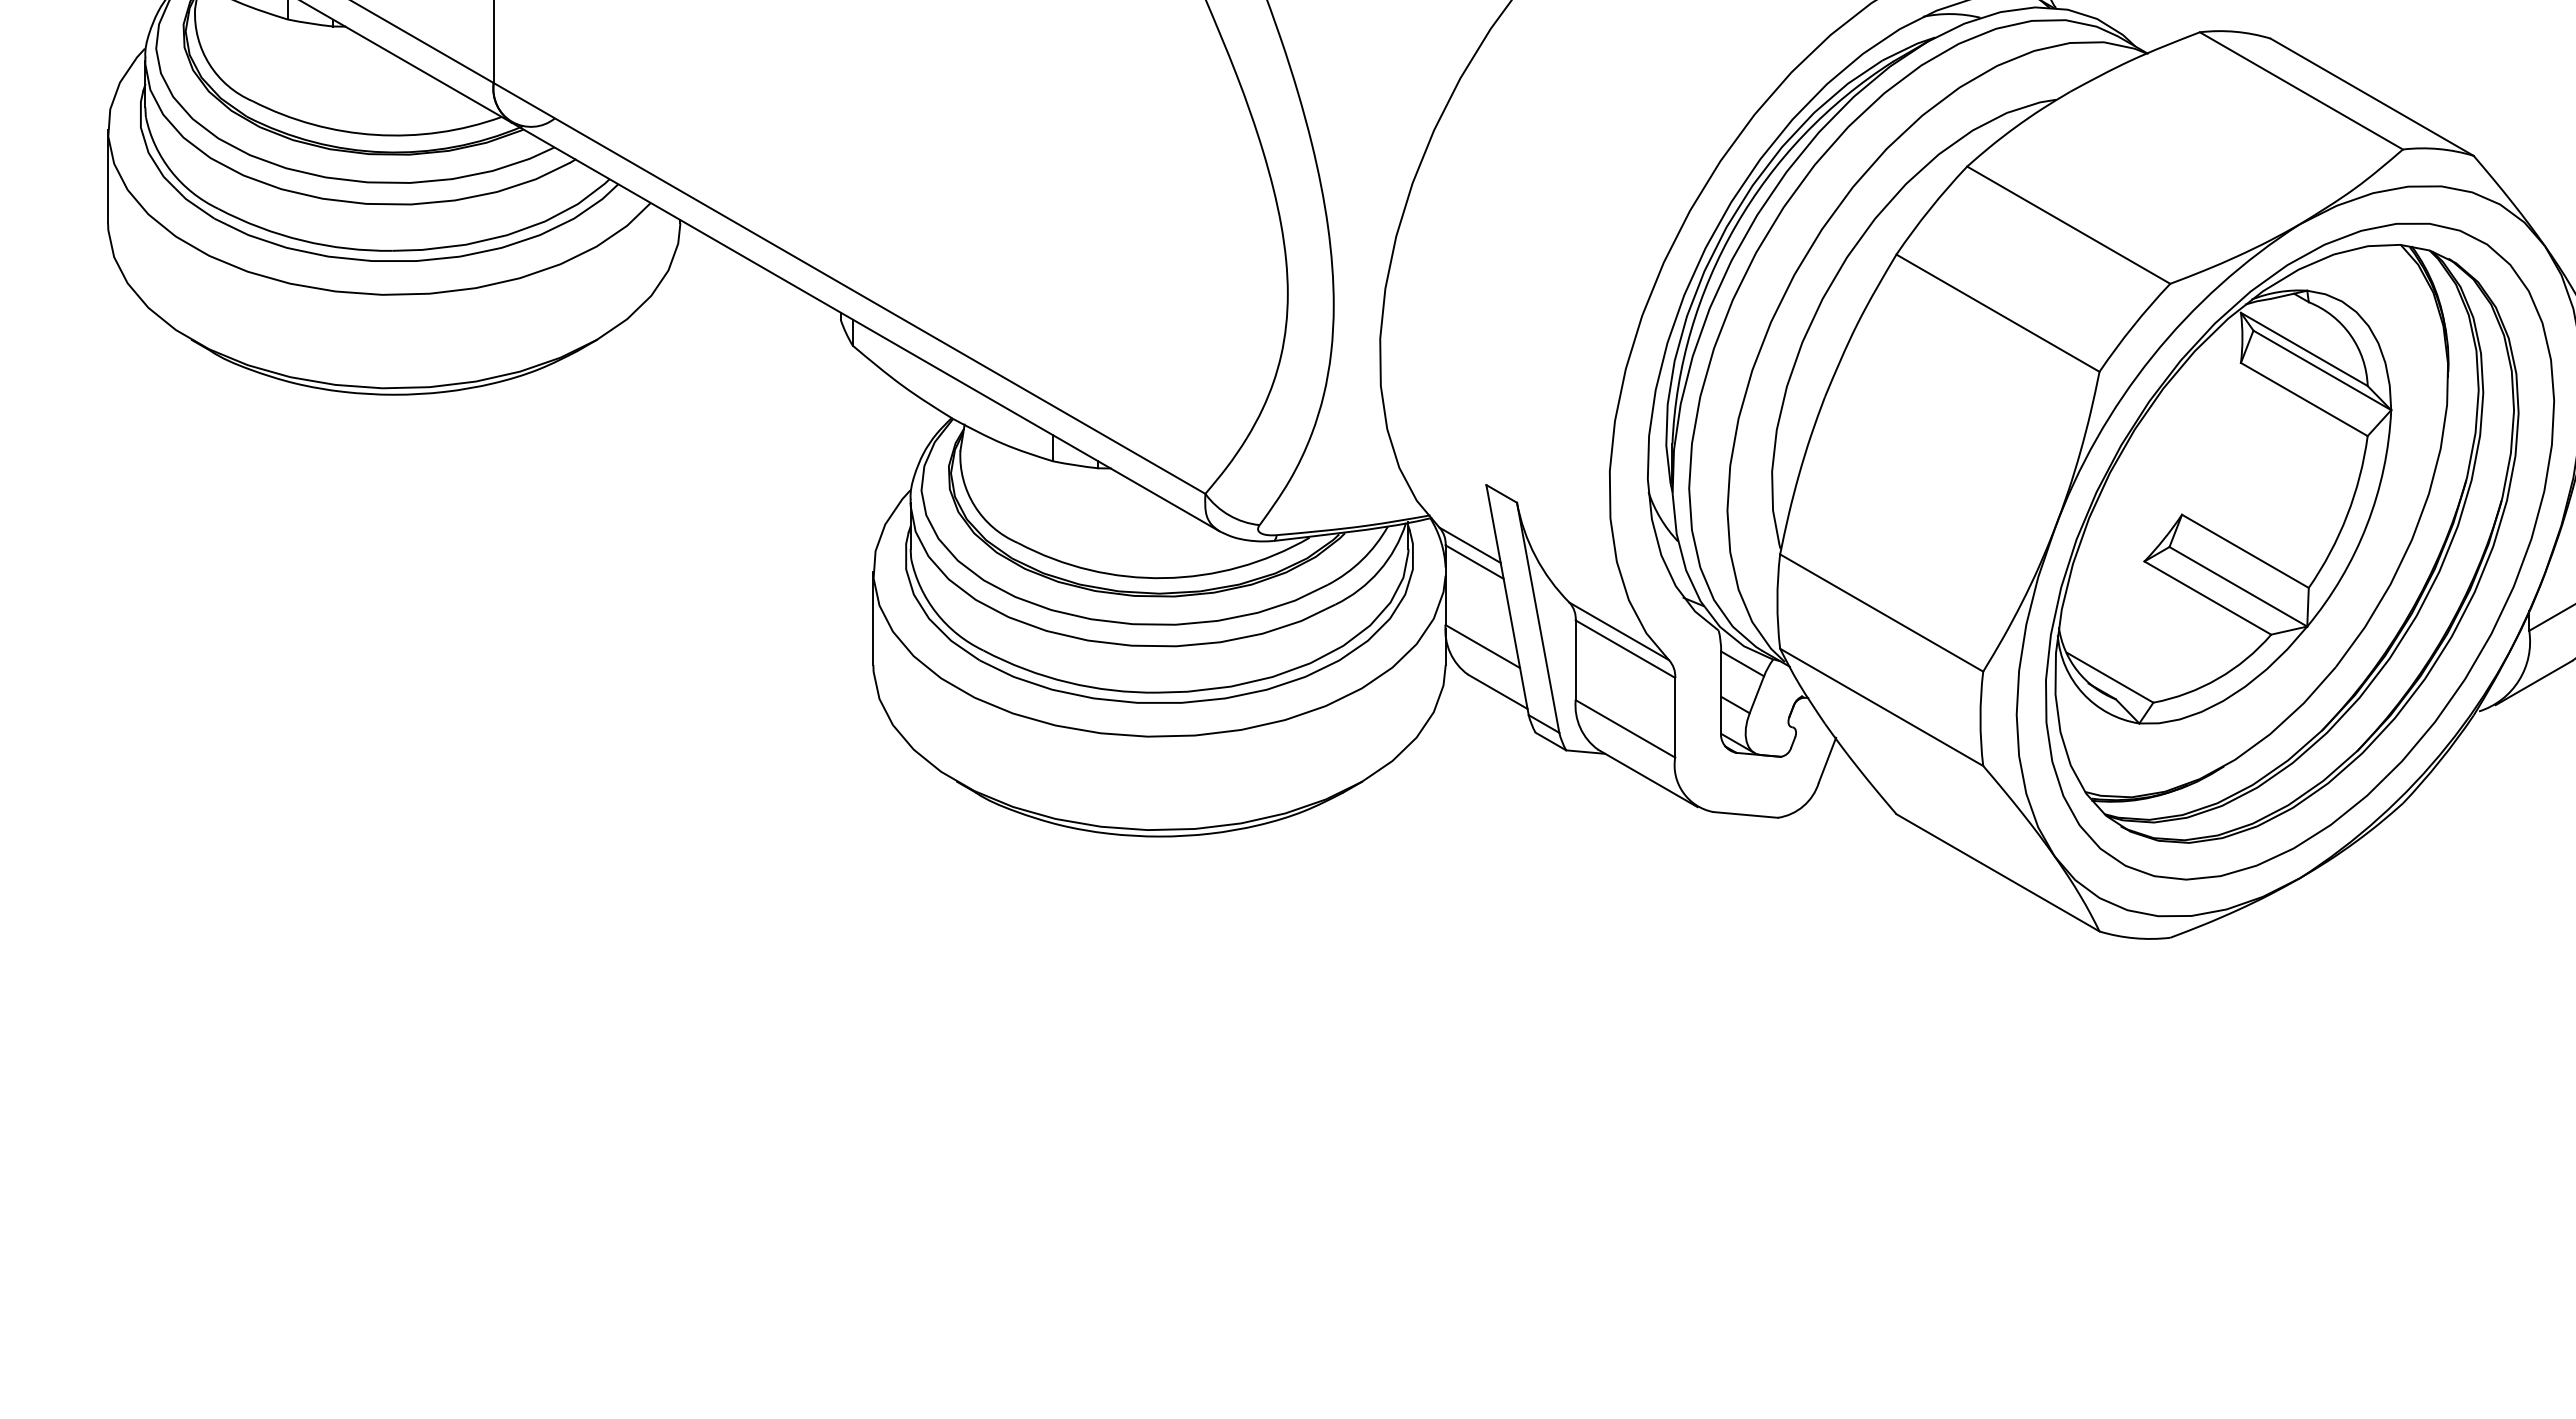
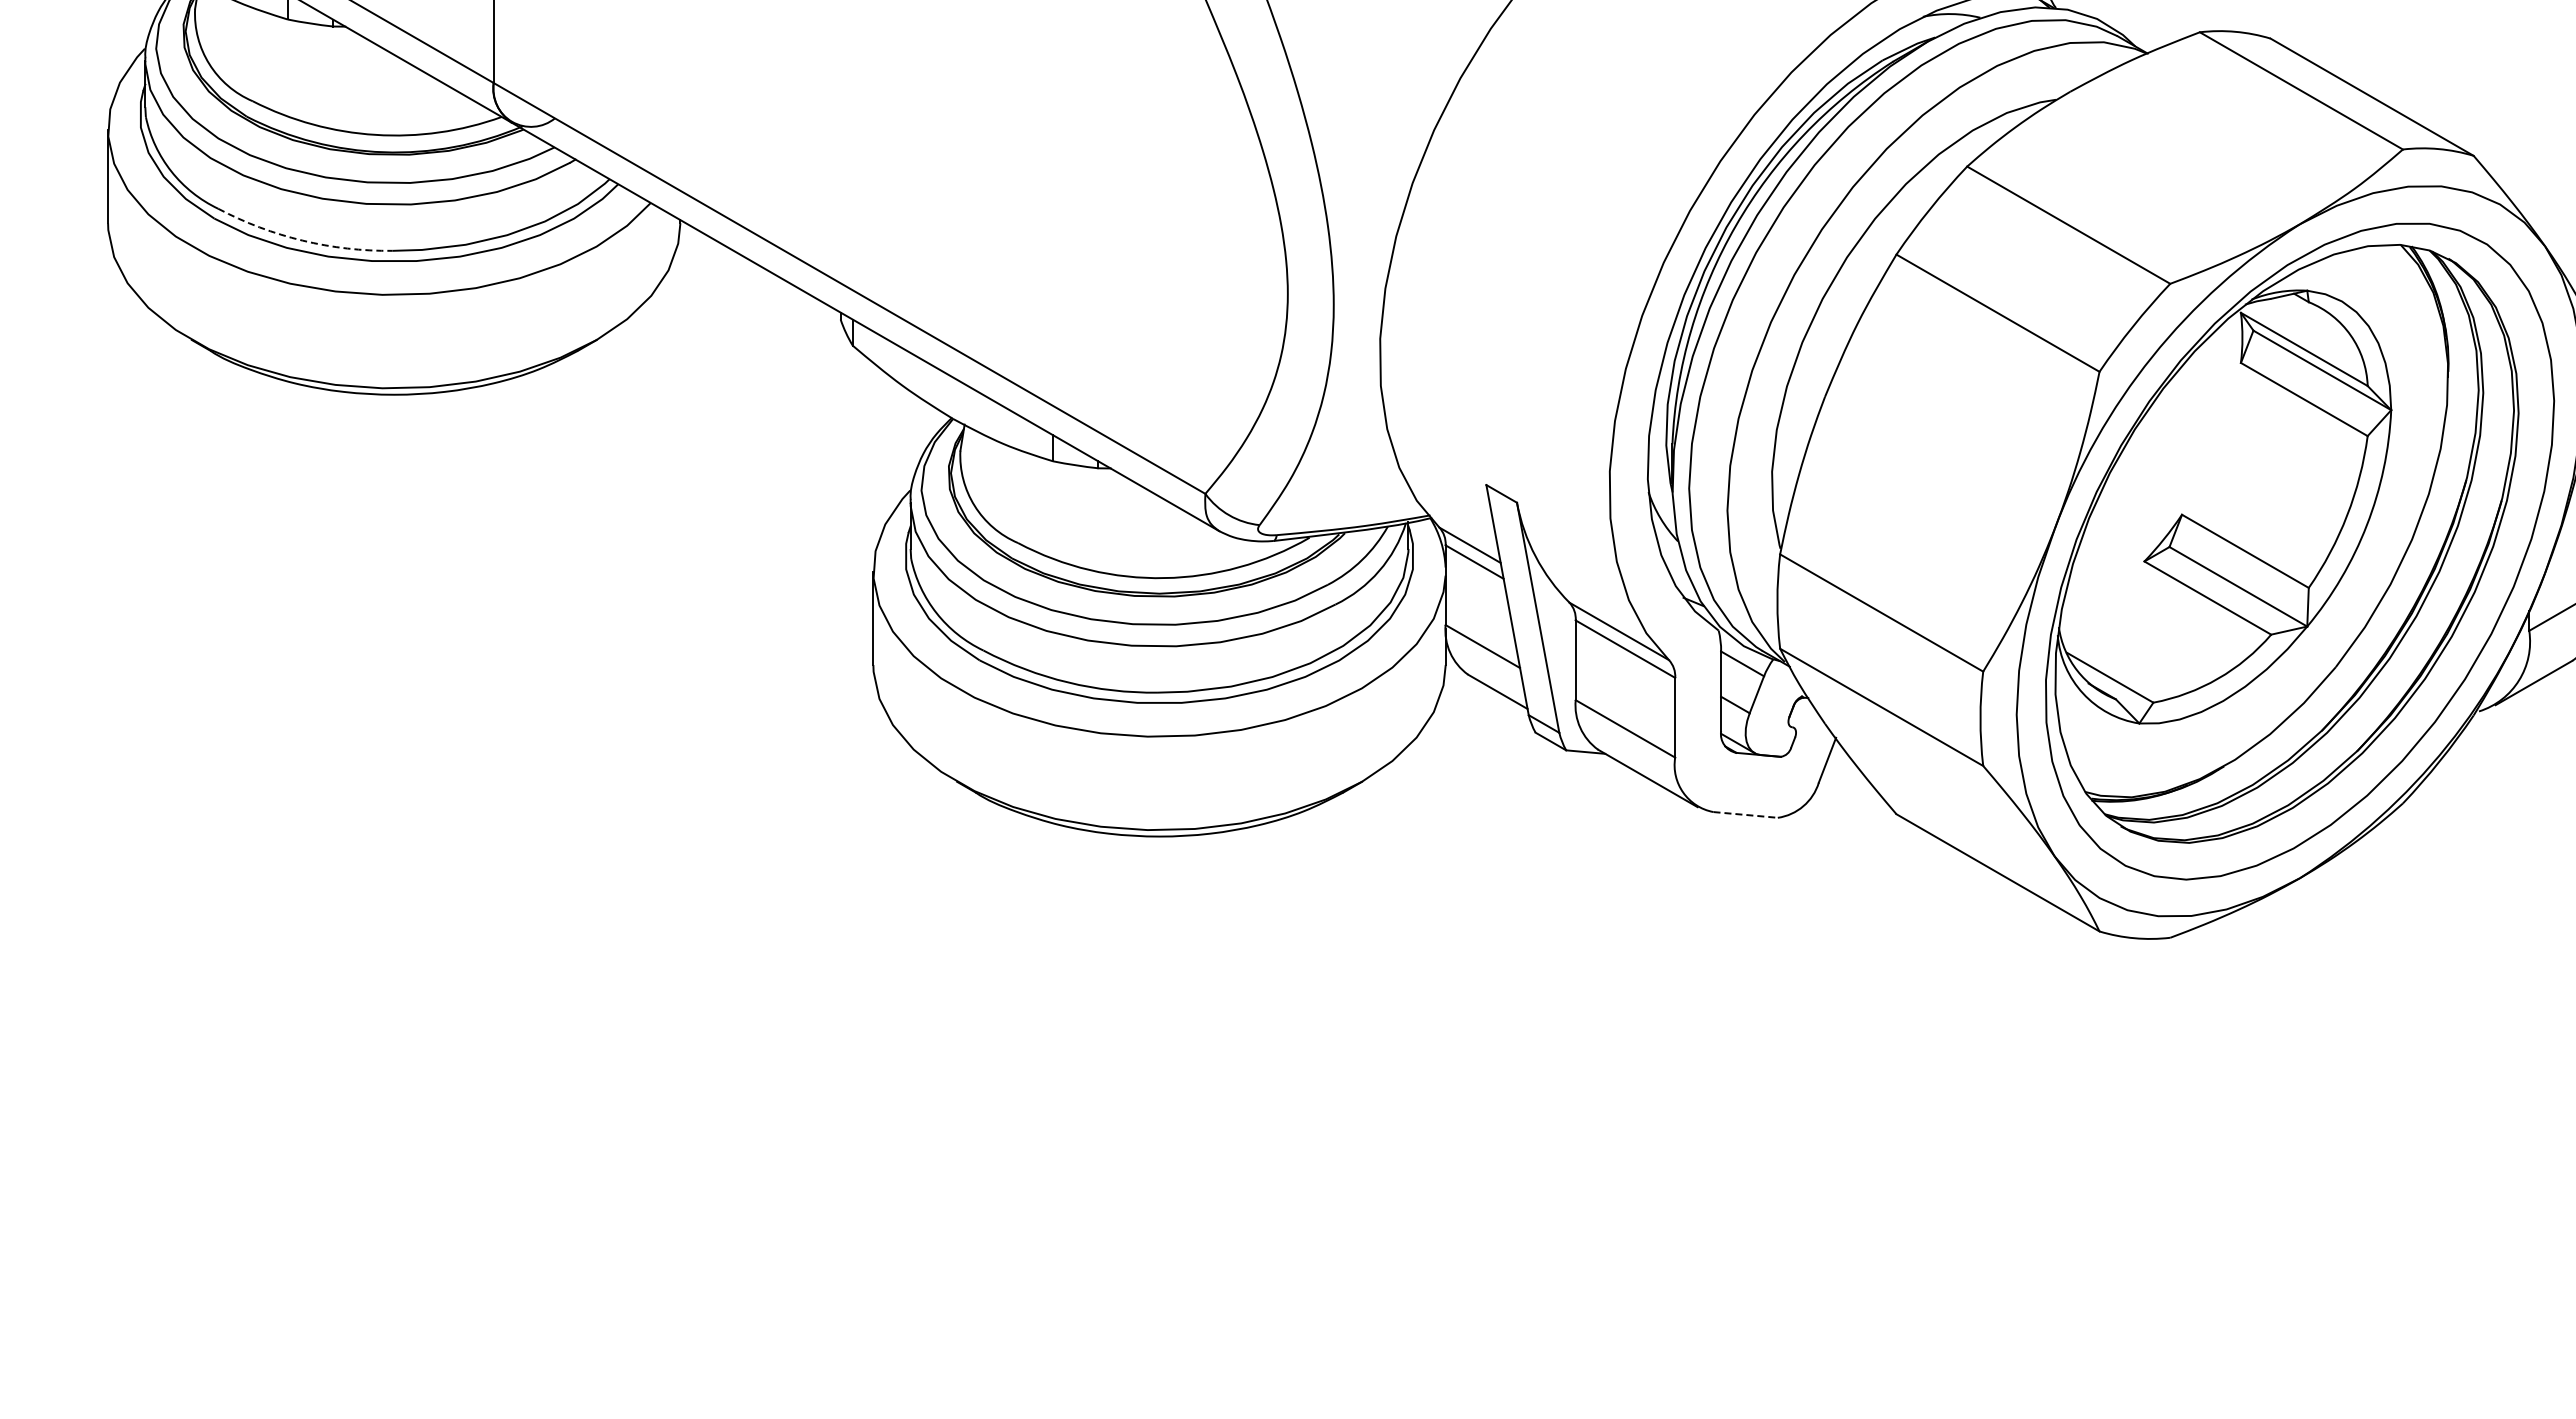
arc at (302, 240): solid -> dashed
line at (1746, 814): solid -> dashed
